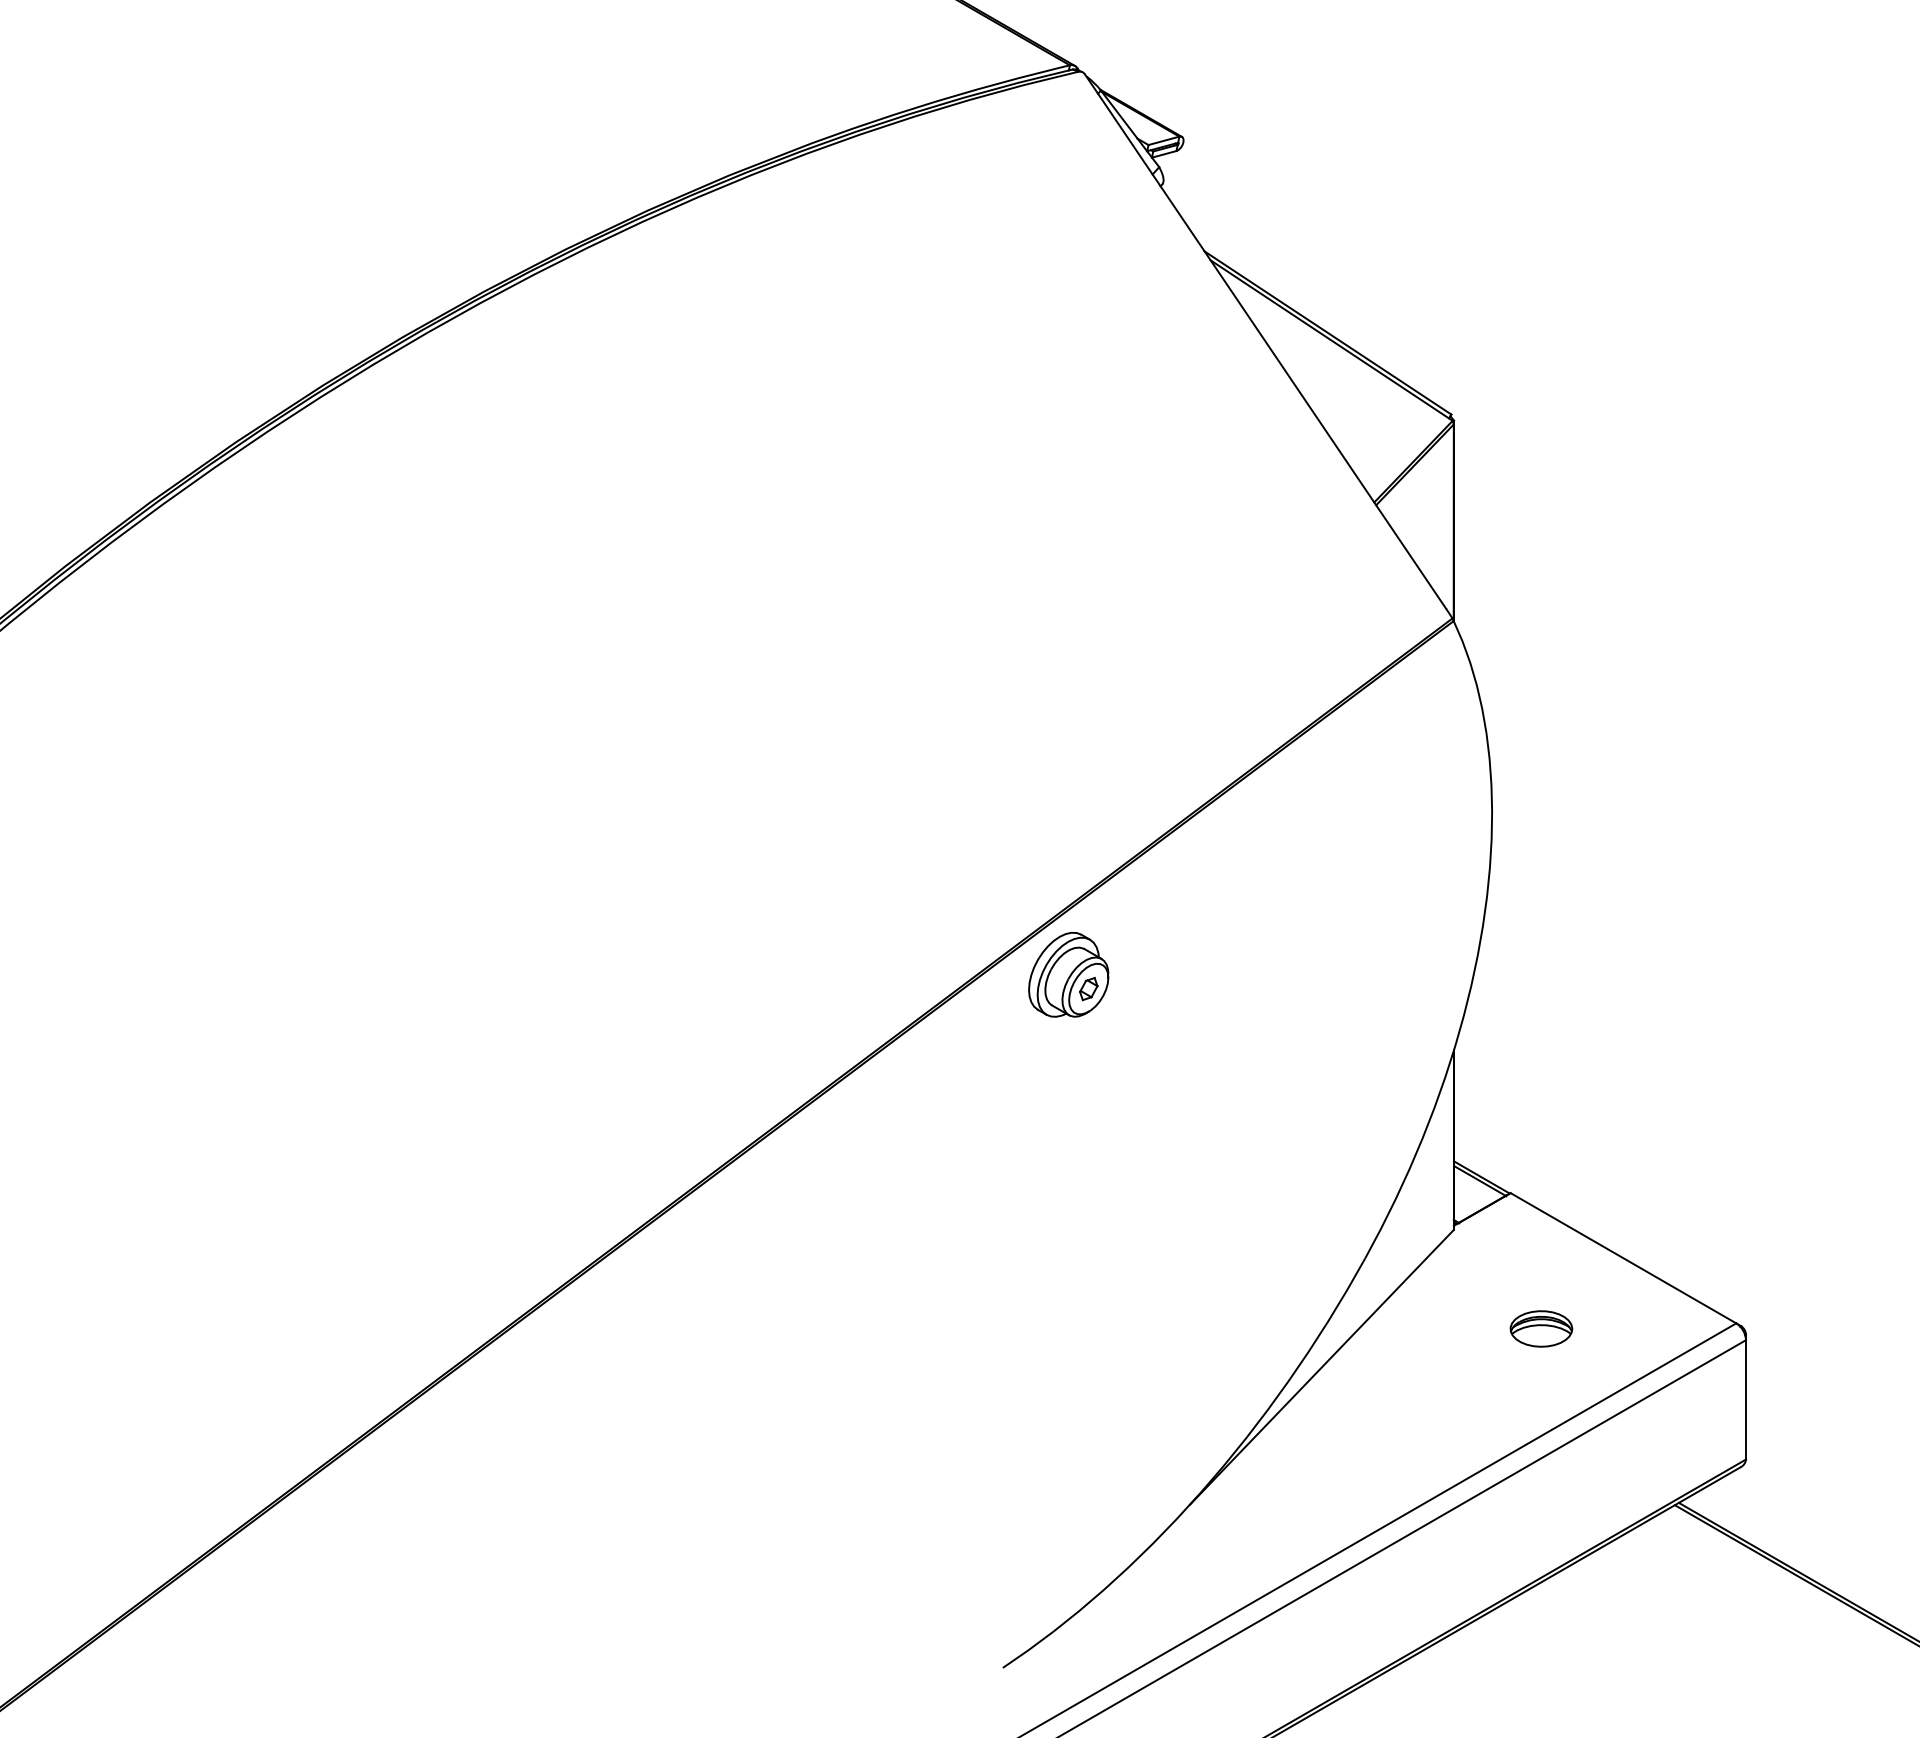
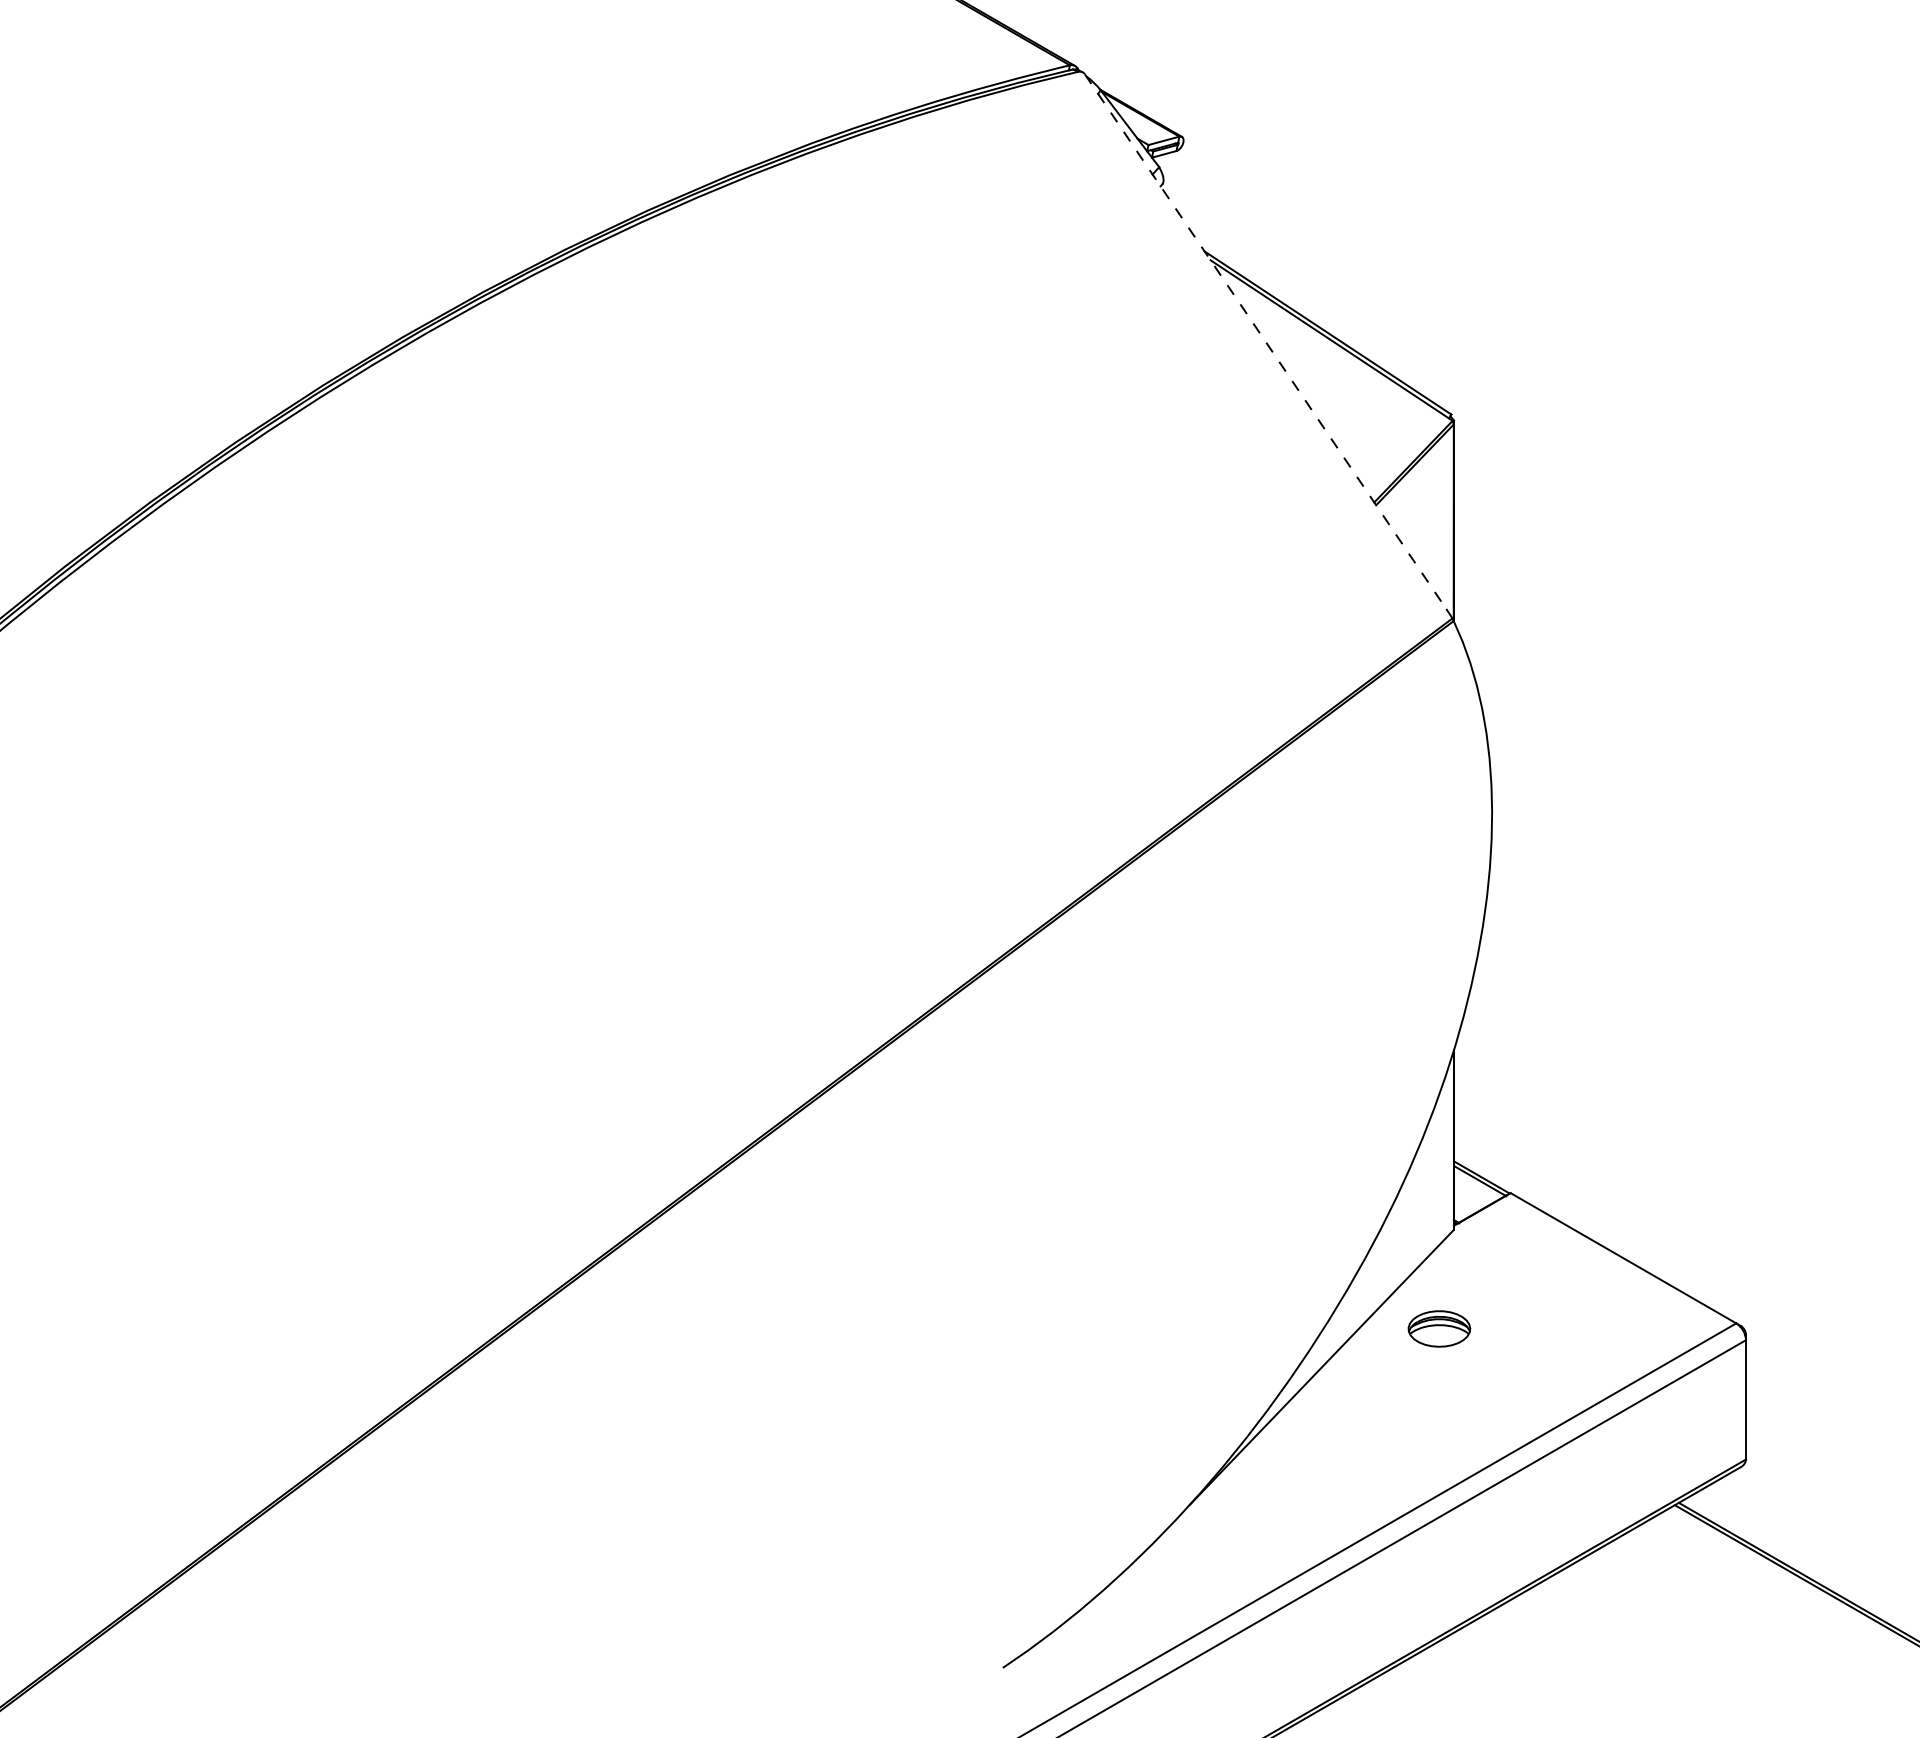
line at (1265, 341): solid -> dashed
part at (1068, 974): present -> none
part at (1541, 1328) position: (1541, 1328) -> (1439, 1328)
